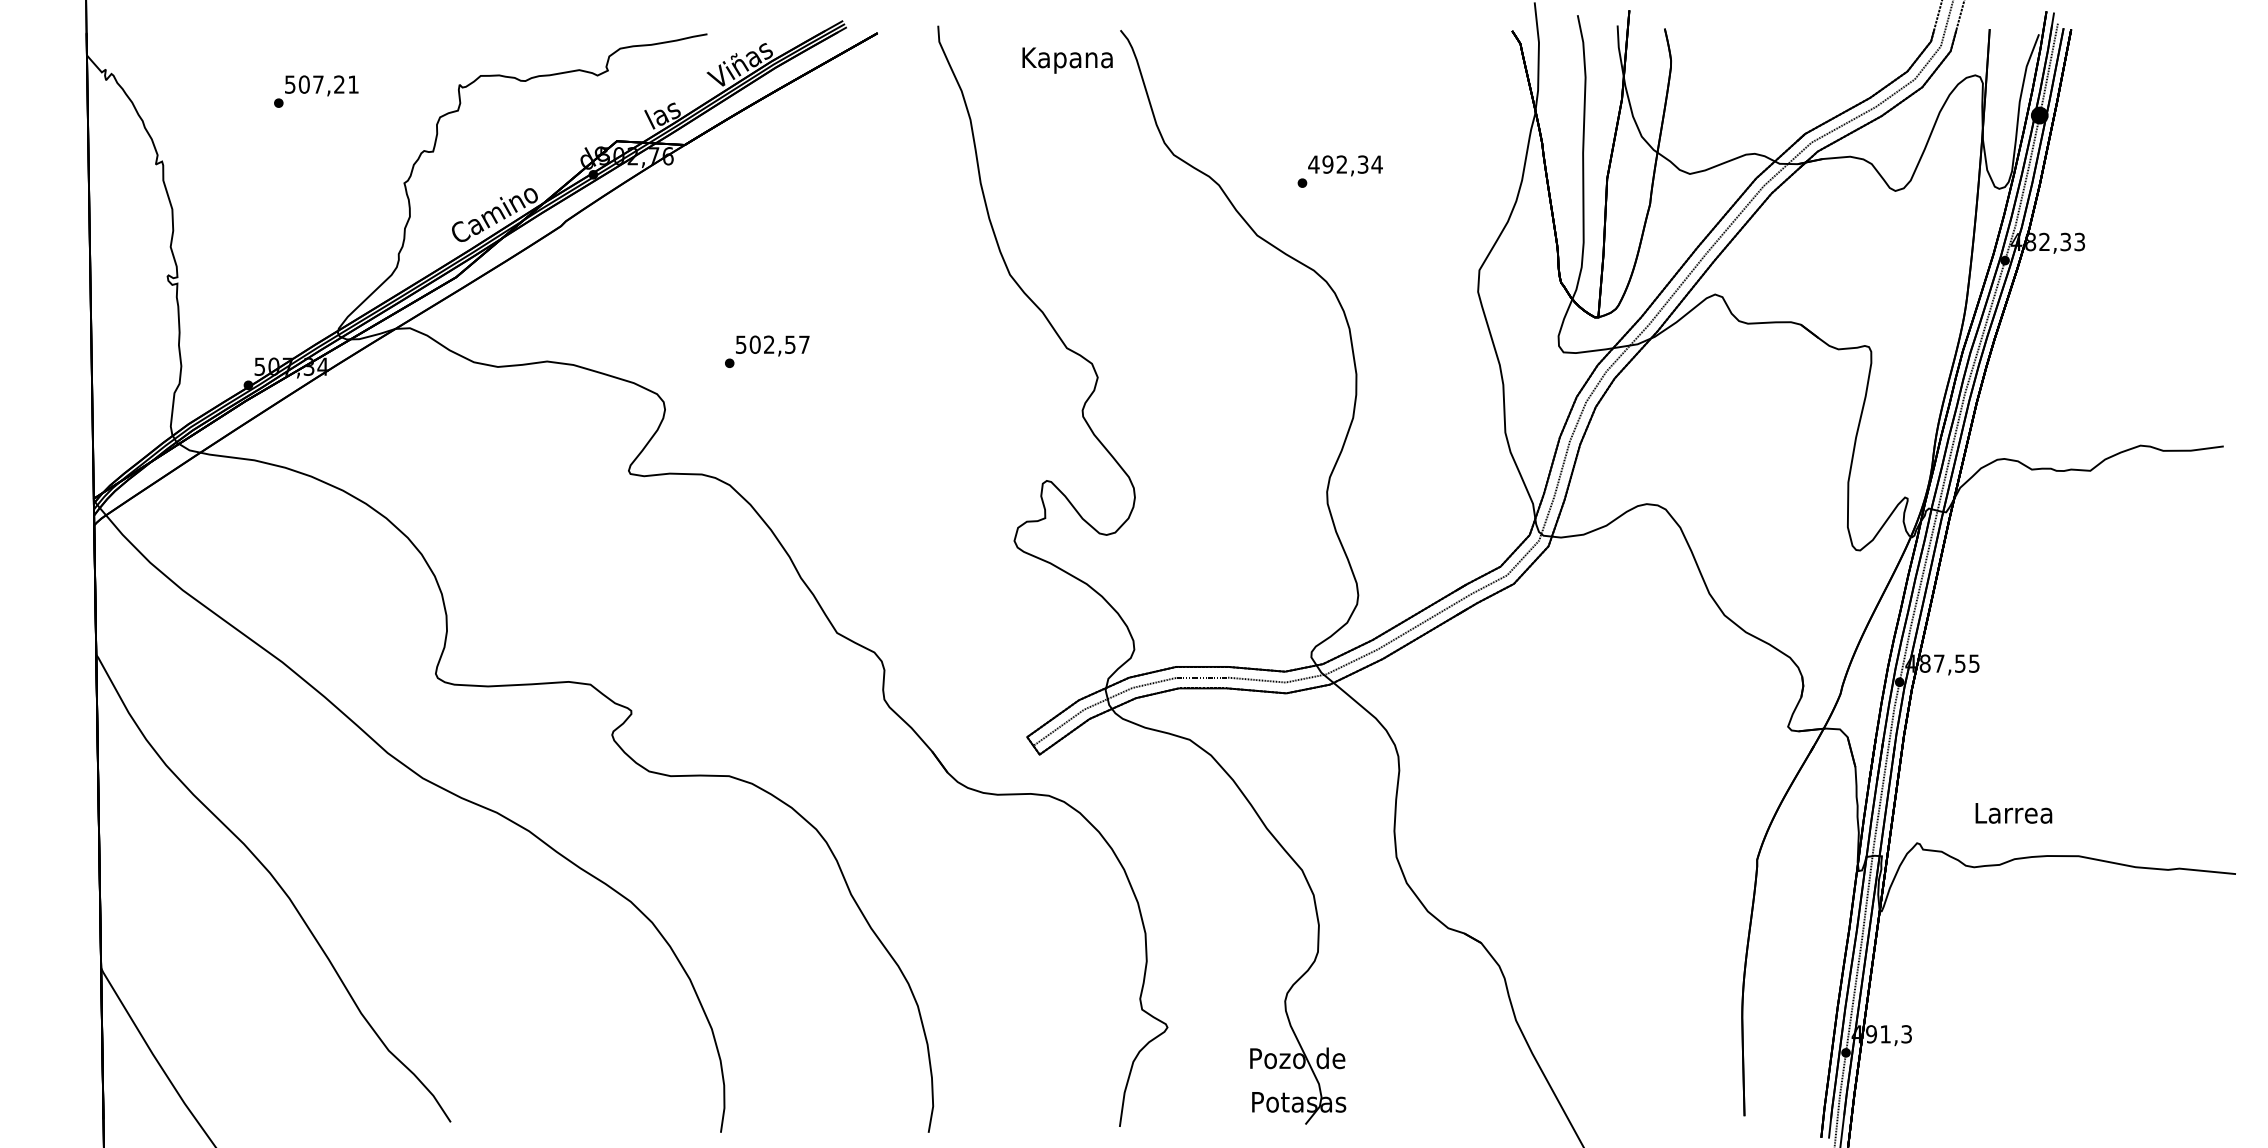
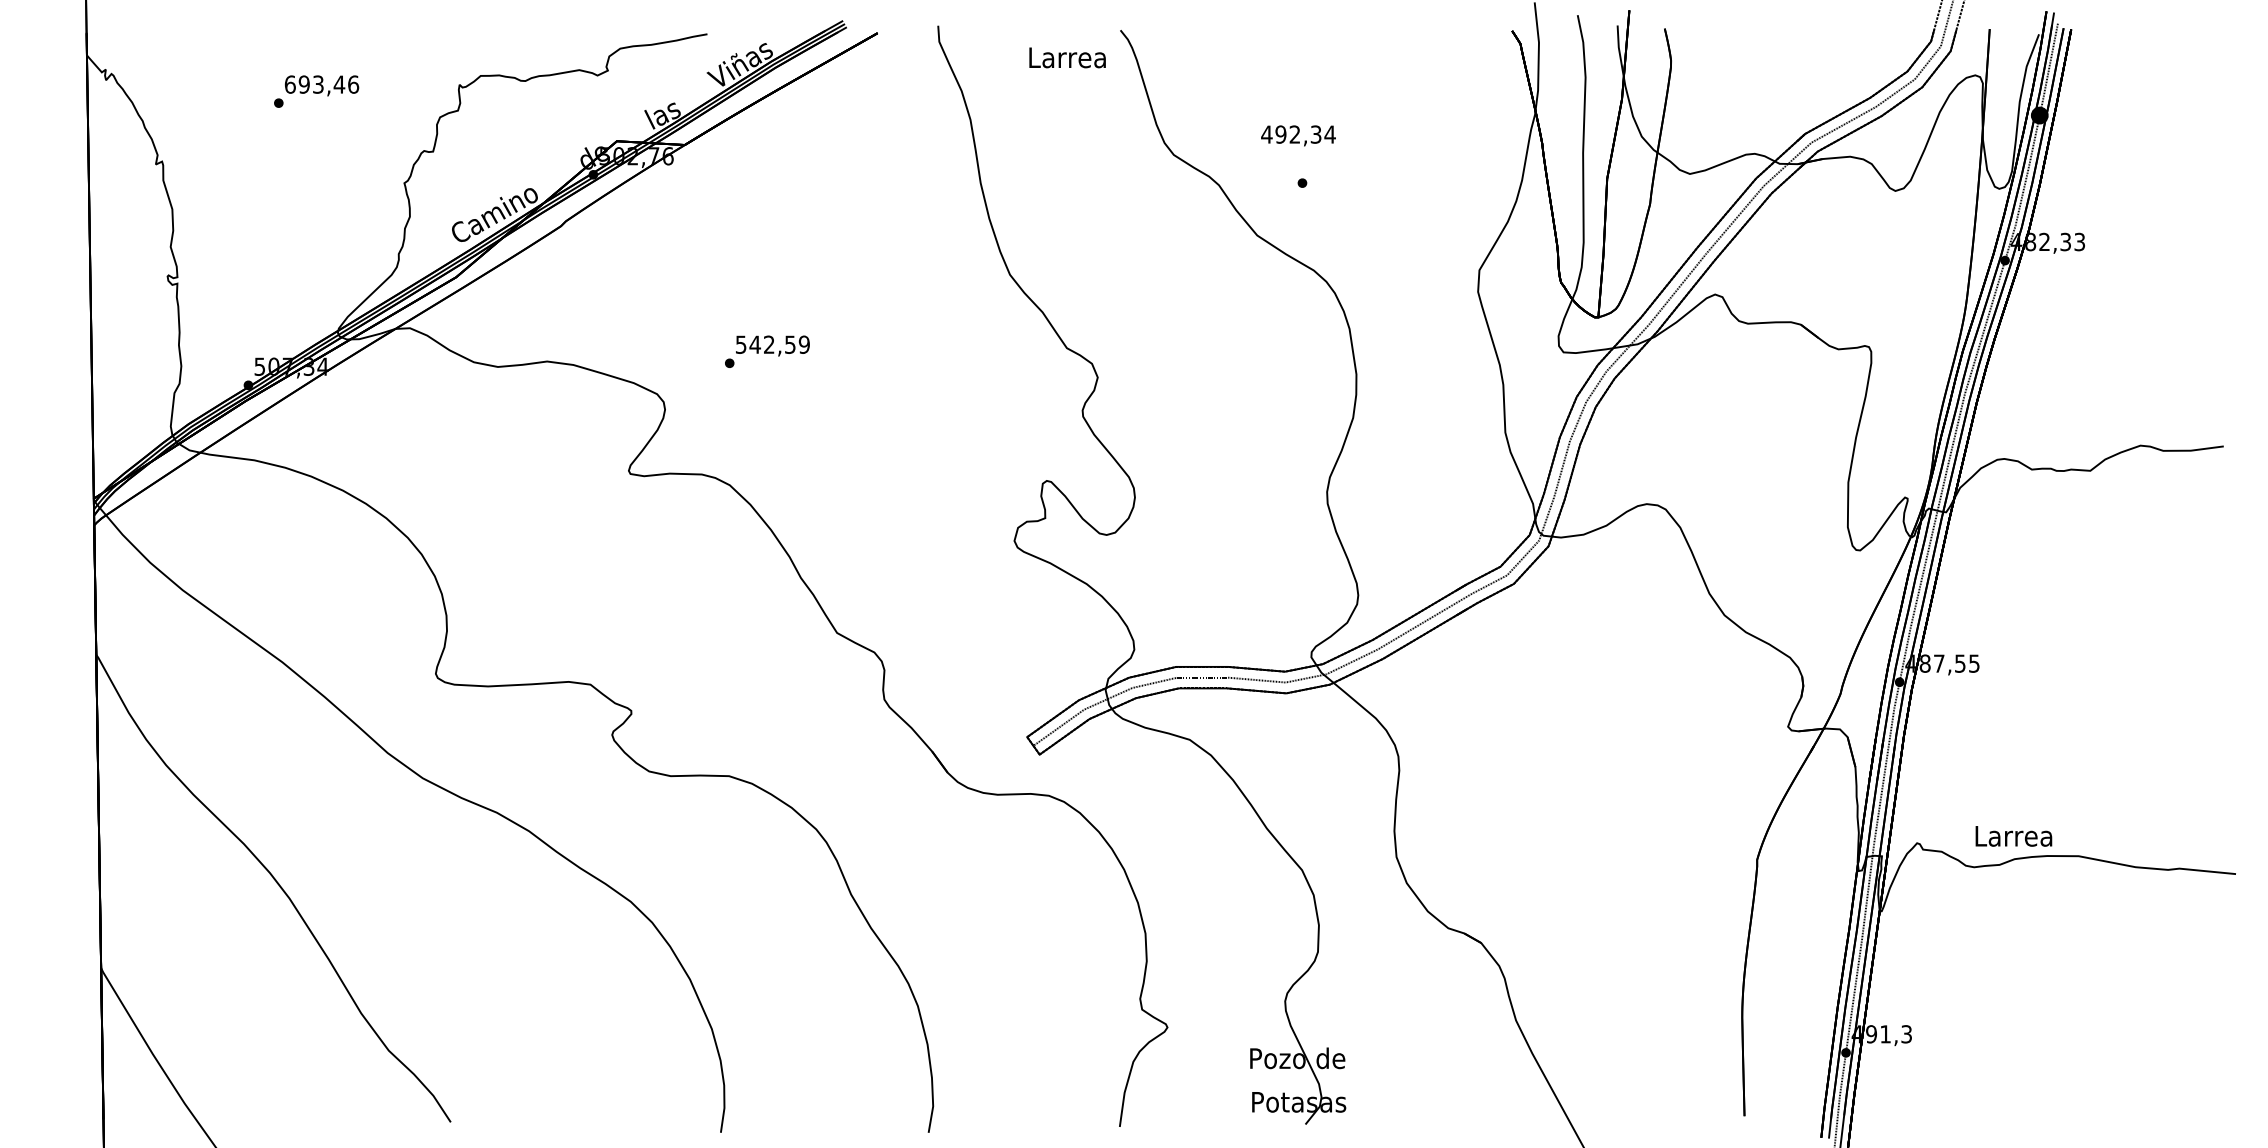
text at (1067, 60): Kapana -> Larrea
text at (321, 84): 507,21 -> 693,46
text at (1345, 165) position: (1345, 165) -> (1298, 135)
text at (779, 344): 502,57 -> 542,59
text at (2013, 813) position: (2013, 813) -> (2013, 836)
